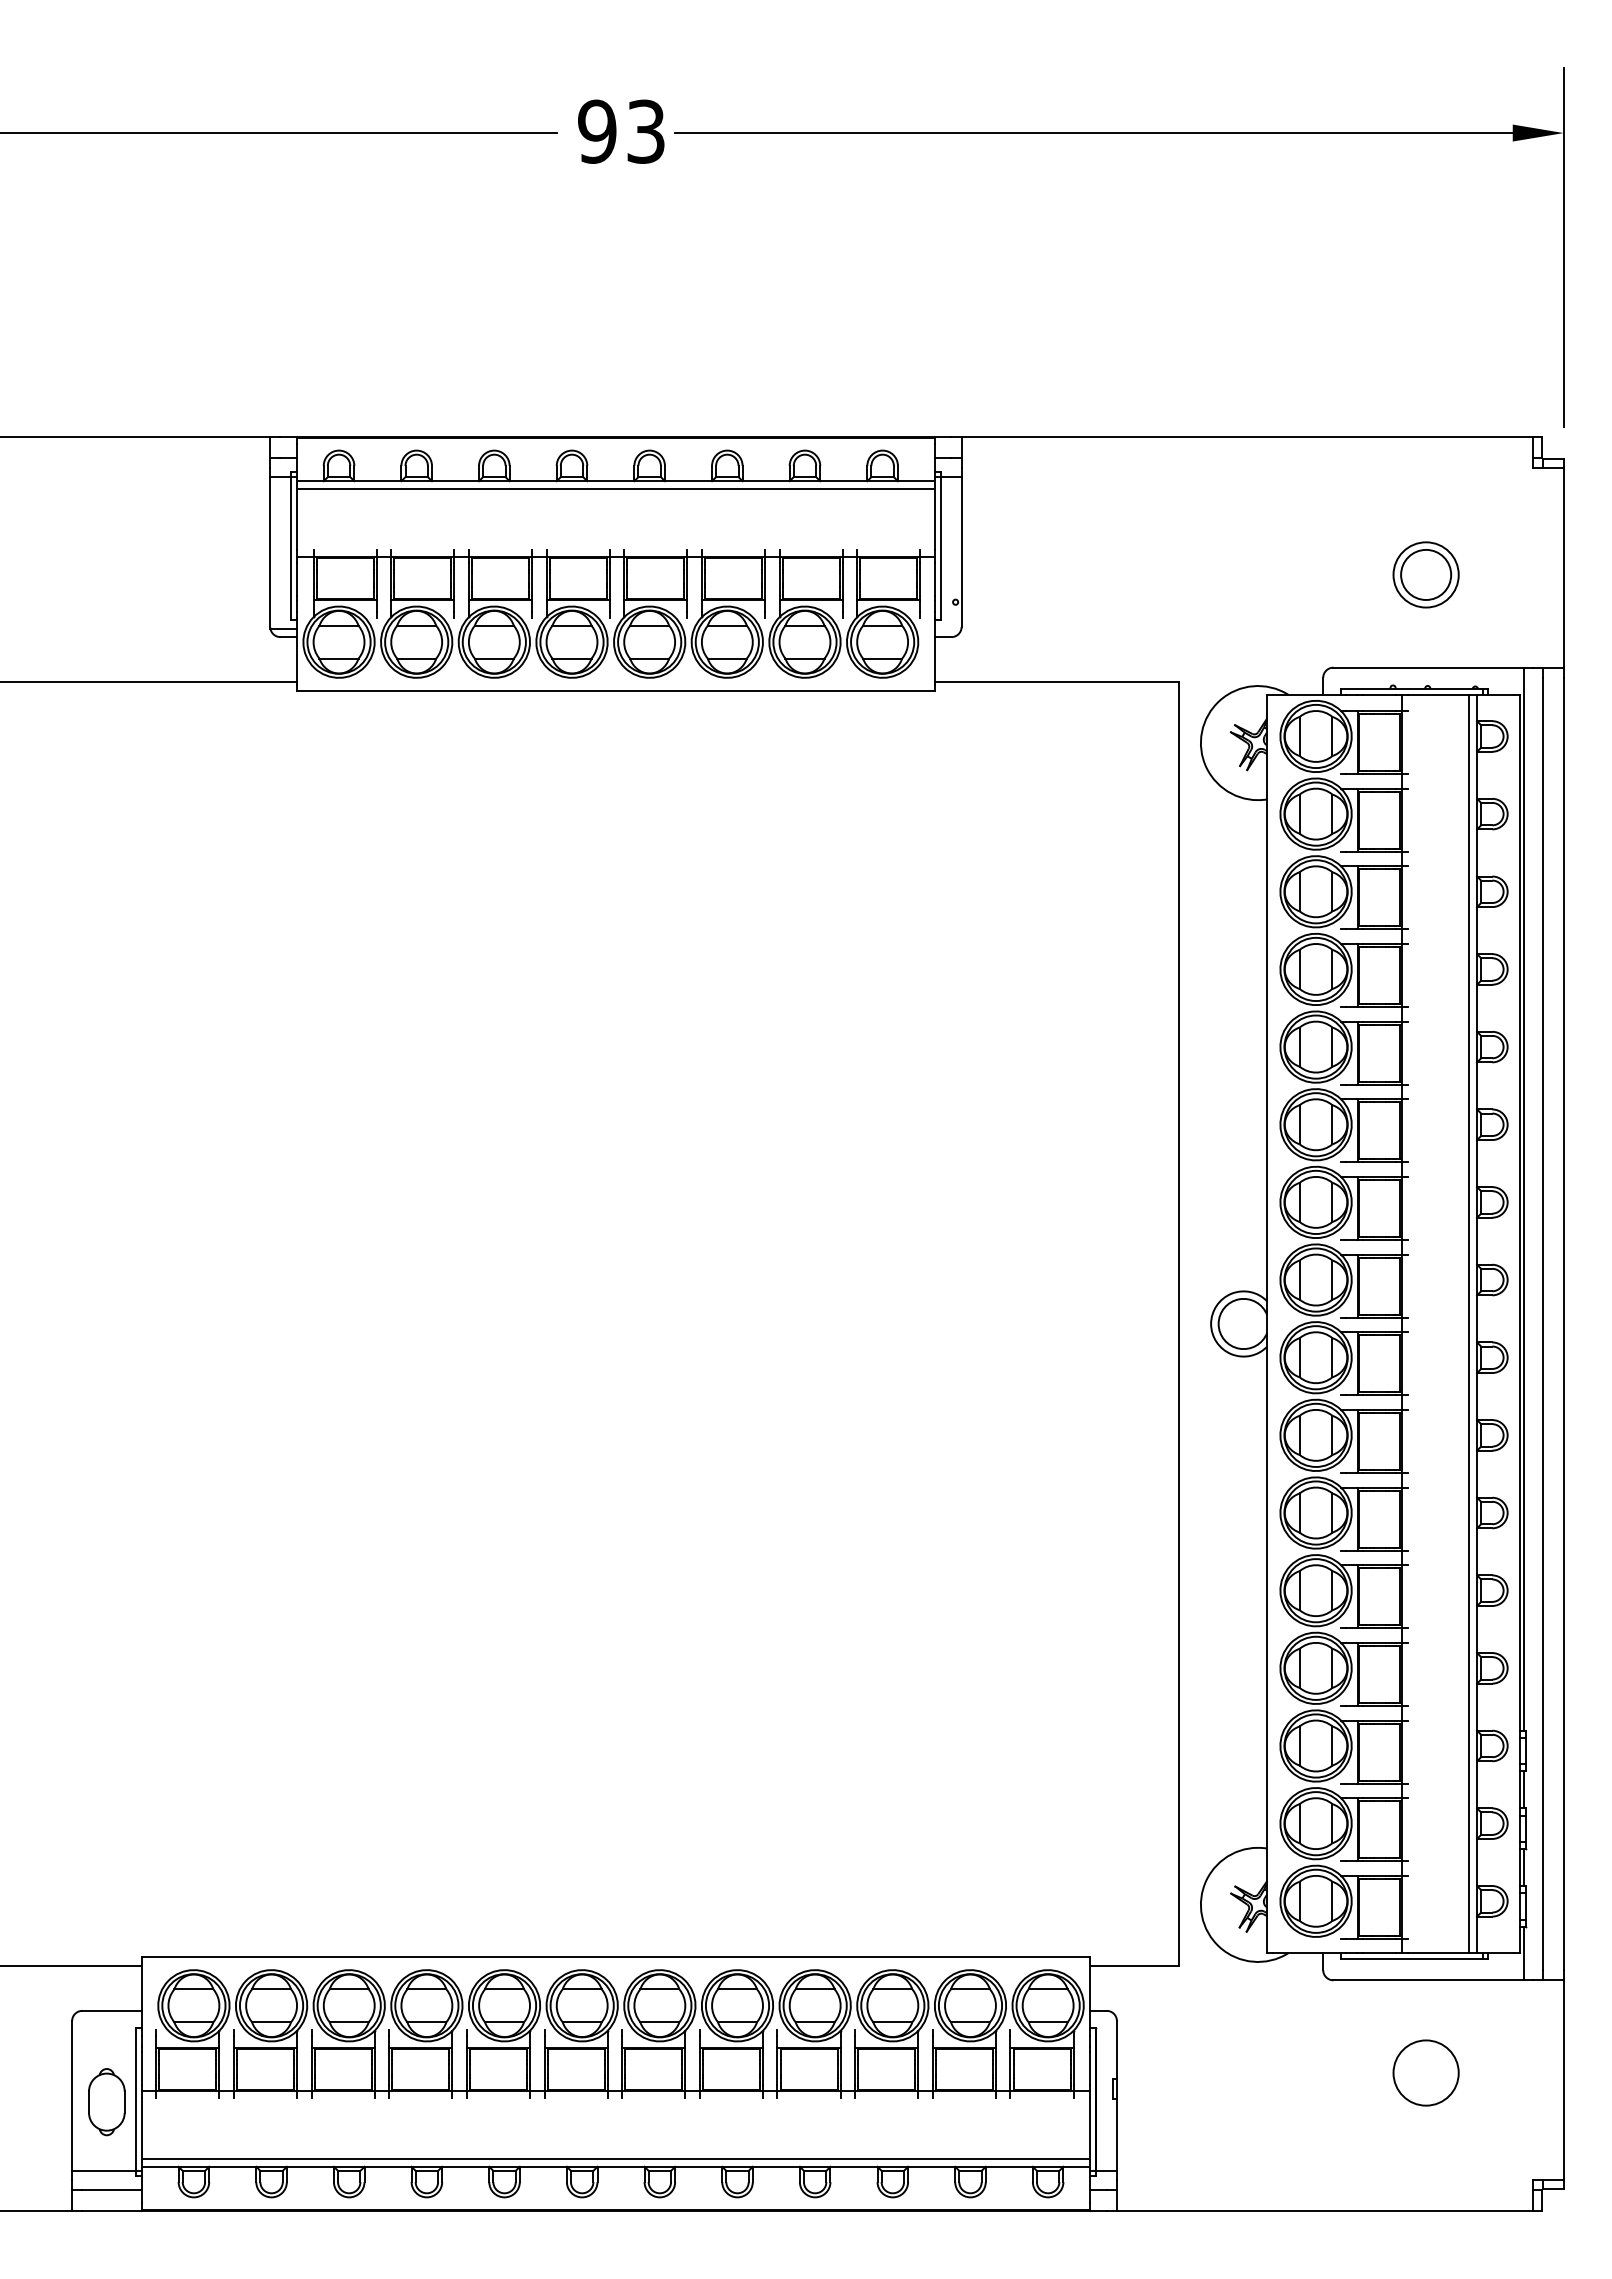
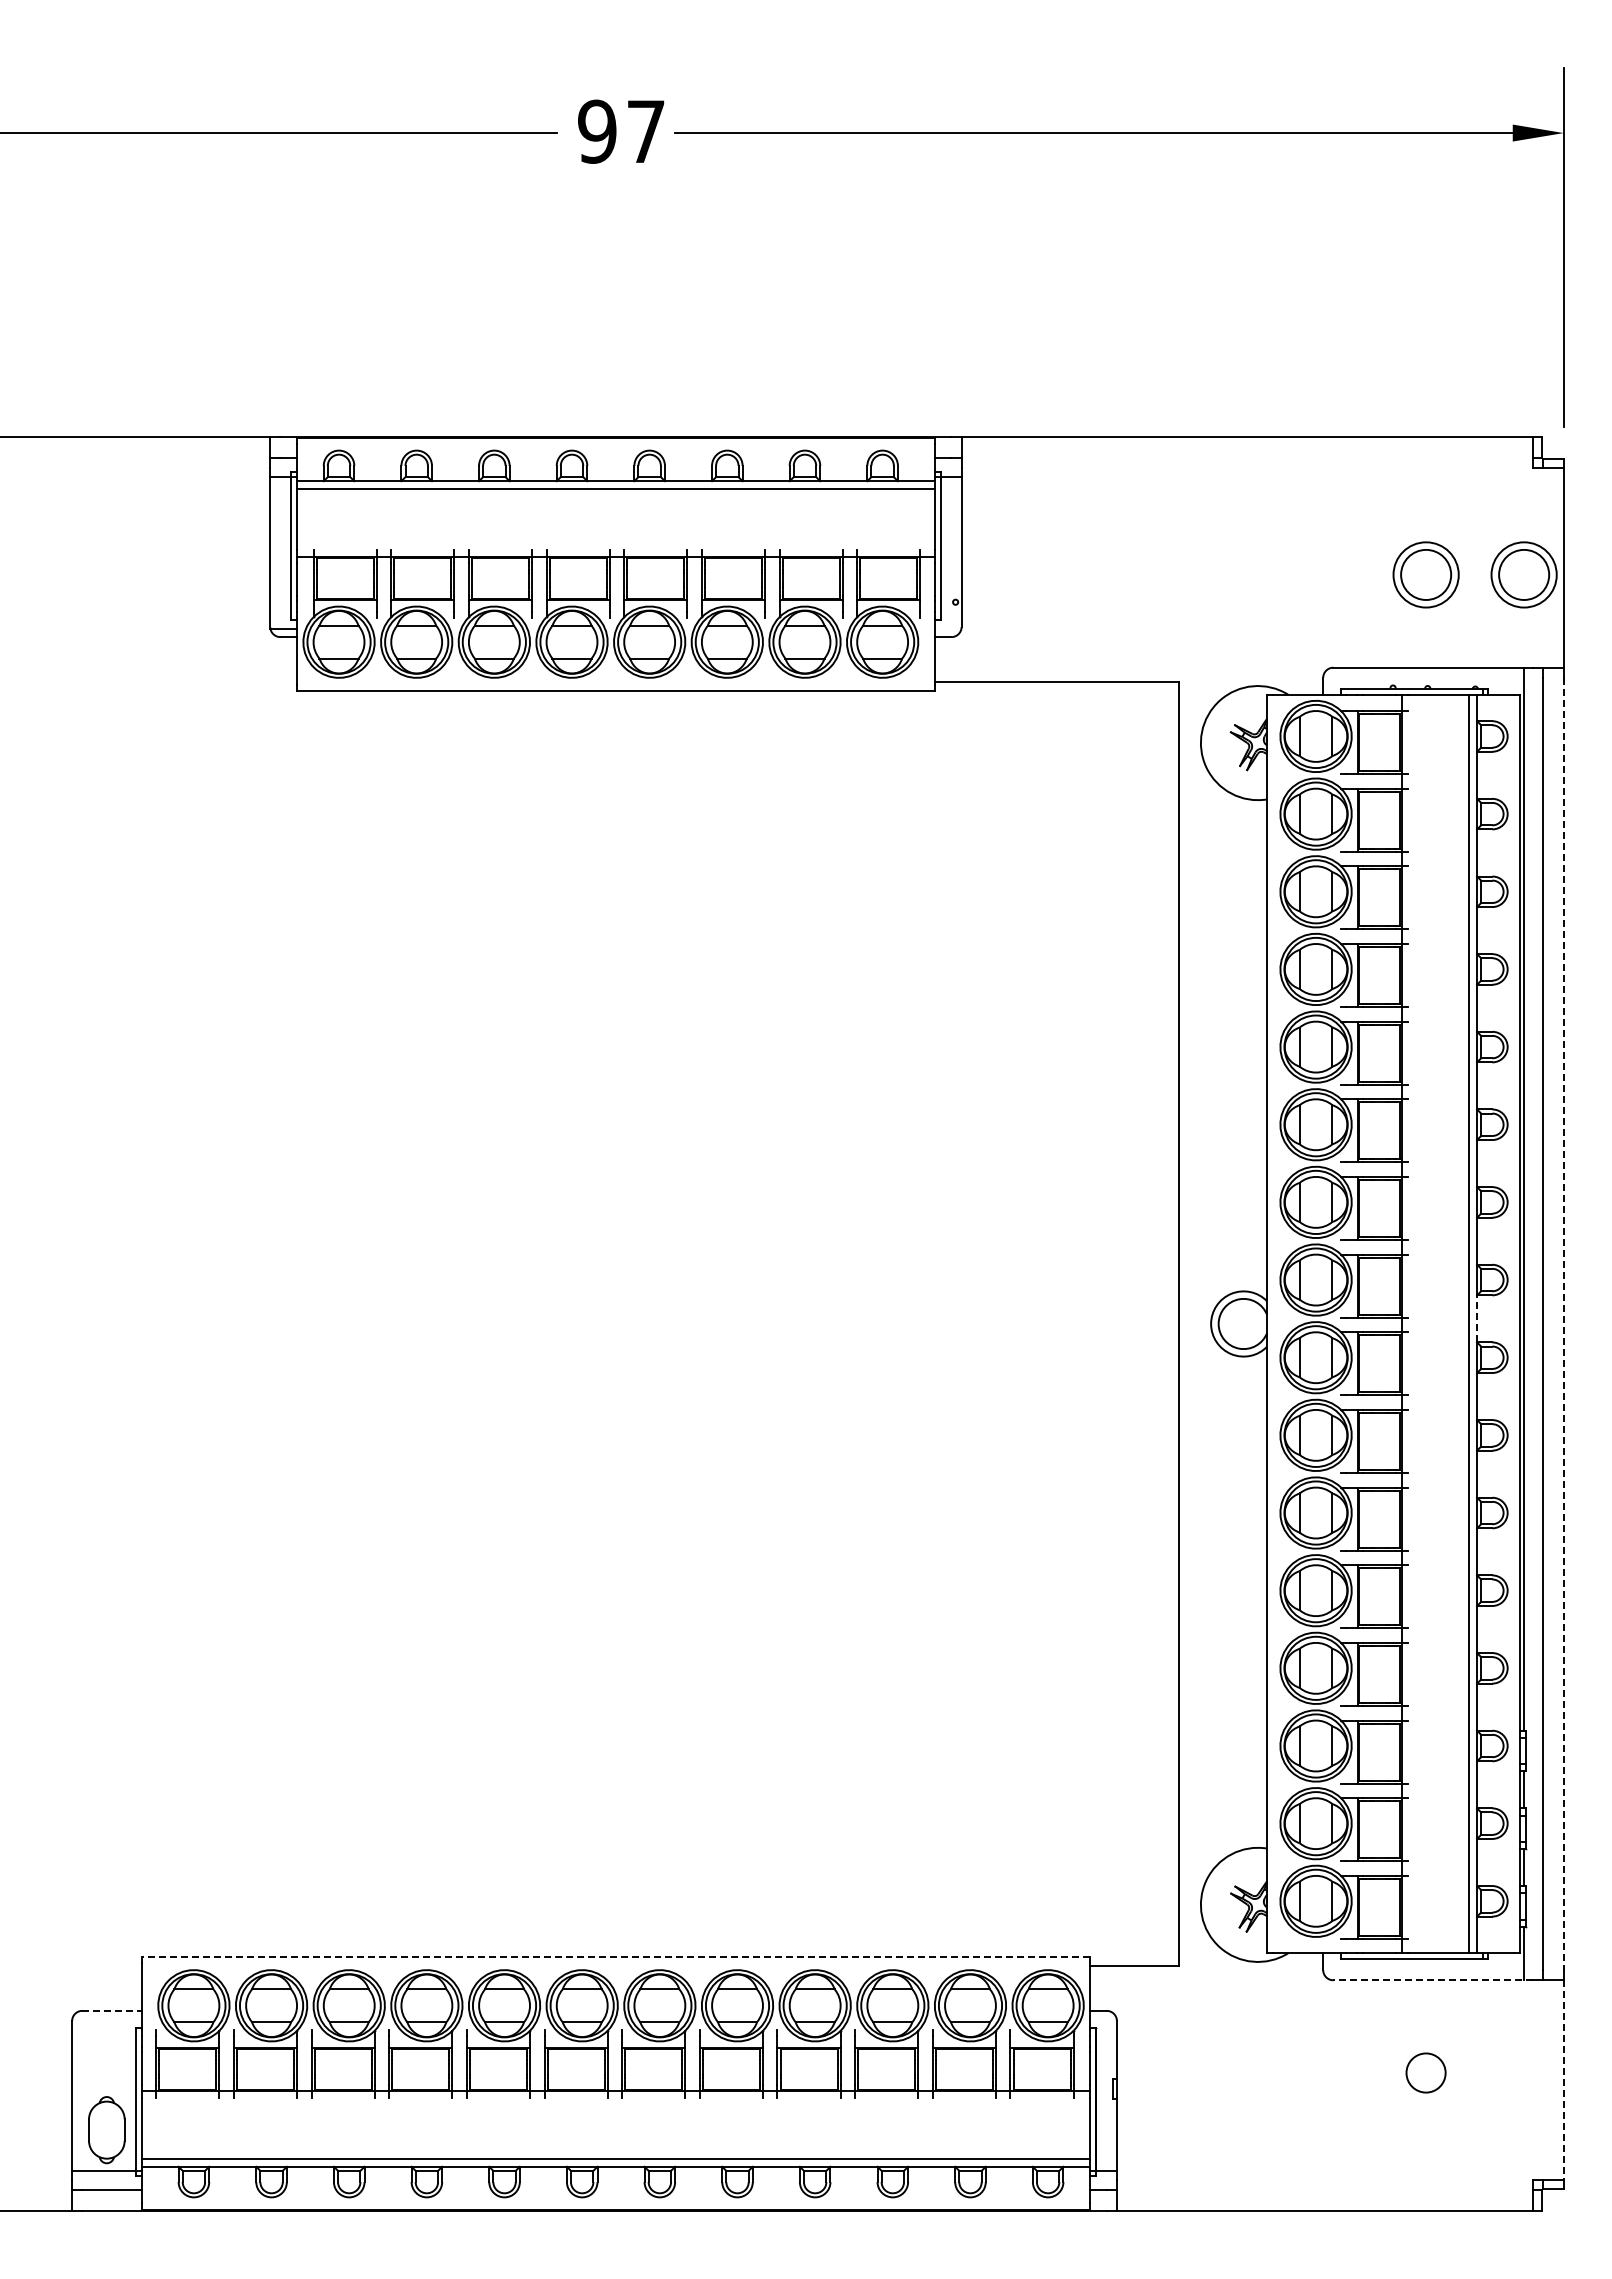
text at (645, 131): 93 -> 97
part at (1523, 574): none -> present
line at (149, 682): present -> none
line at (1477, 1318): solid -> dashed
line at (1563, 1324): solid -> dashed
line at (615, 1956): solid -> dashed
line at (71, 1966): present -> none
line at (1433, 1980): solid -> dashed
line at (112, 2010): solid -> dashed
circle at (1425, 2072) size: 68x68 px -> 42x42 px
line at (1563, 2080): solid -> dashed
part at (106, 2102) position: (106, 2102) -> (106, 2130)
